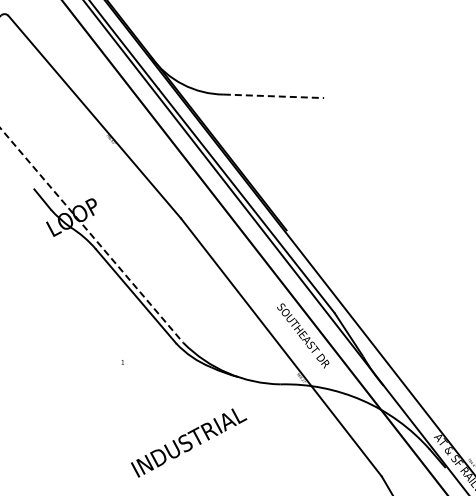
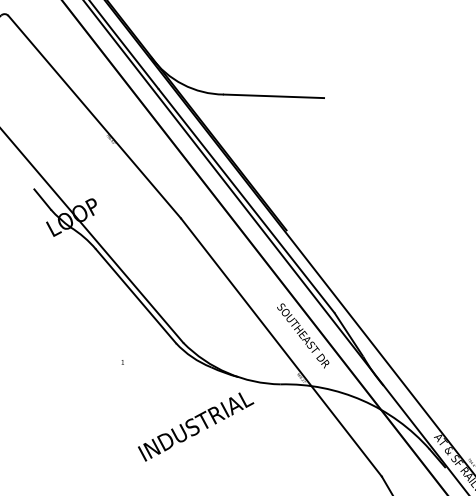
line at (274, 96): dashed -> solid
line at (91, 235): dashed -> solid
text at (189, 442) position: (189, 442) -> (196, 426)
